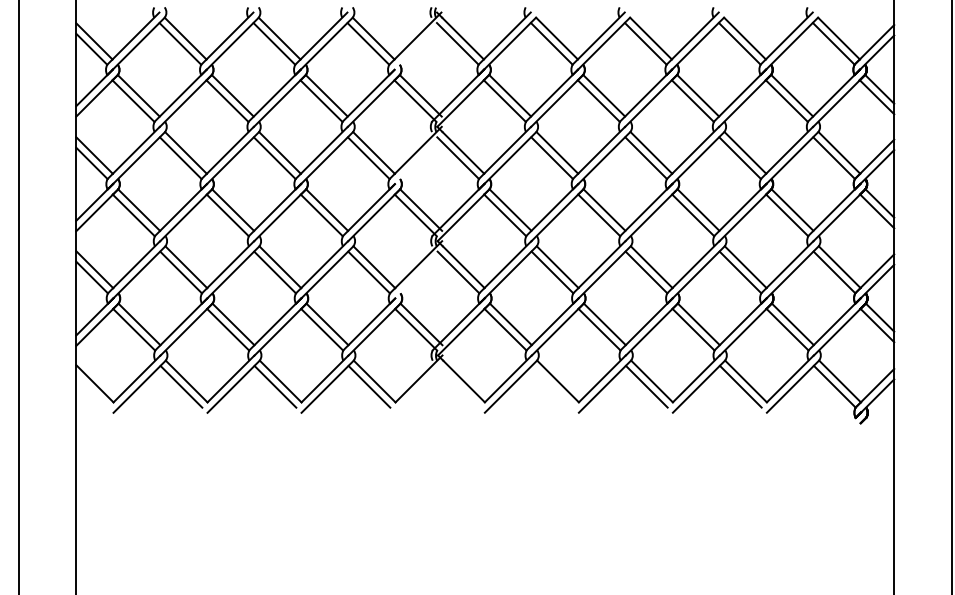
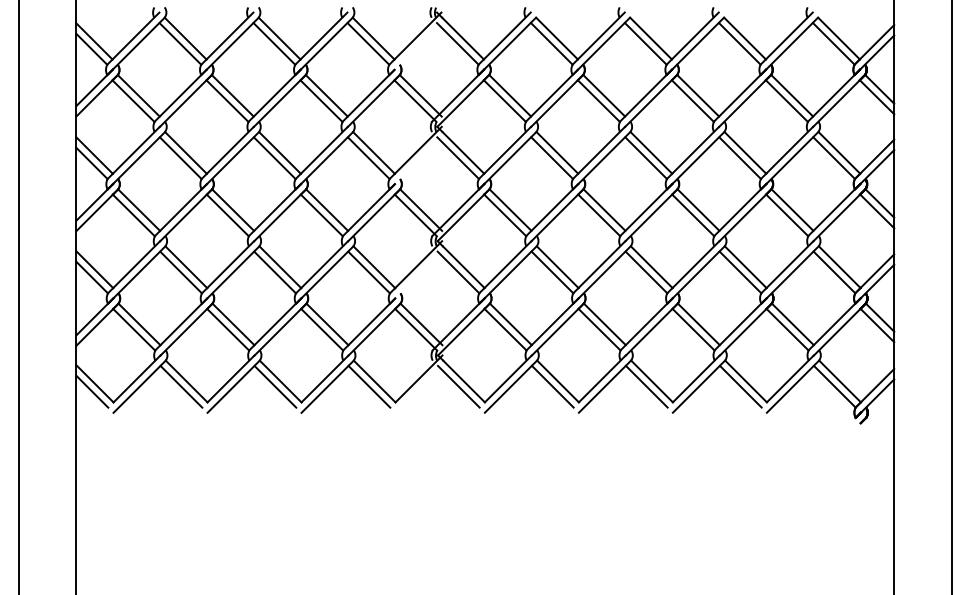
line at (458, 386): none -> present
line at (552, 386): none -> present
line at (92, 391): none -> present
